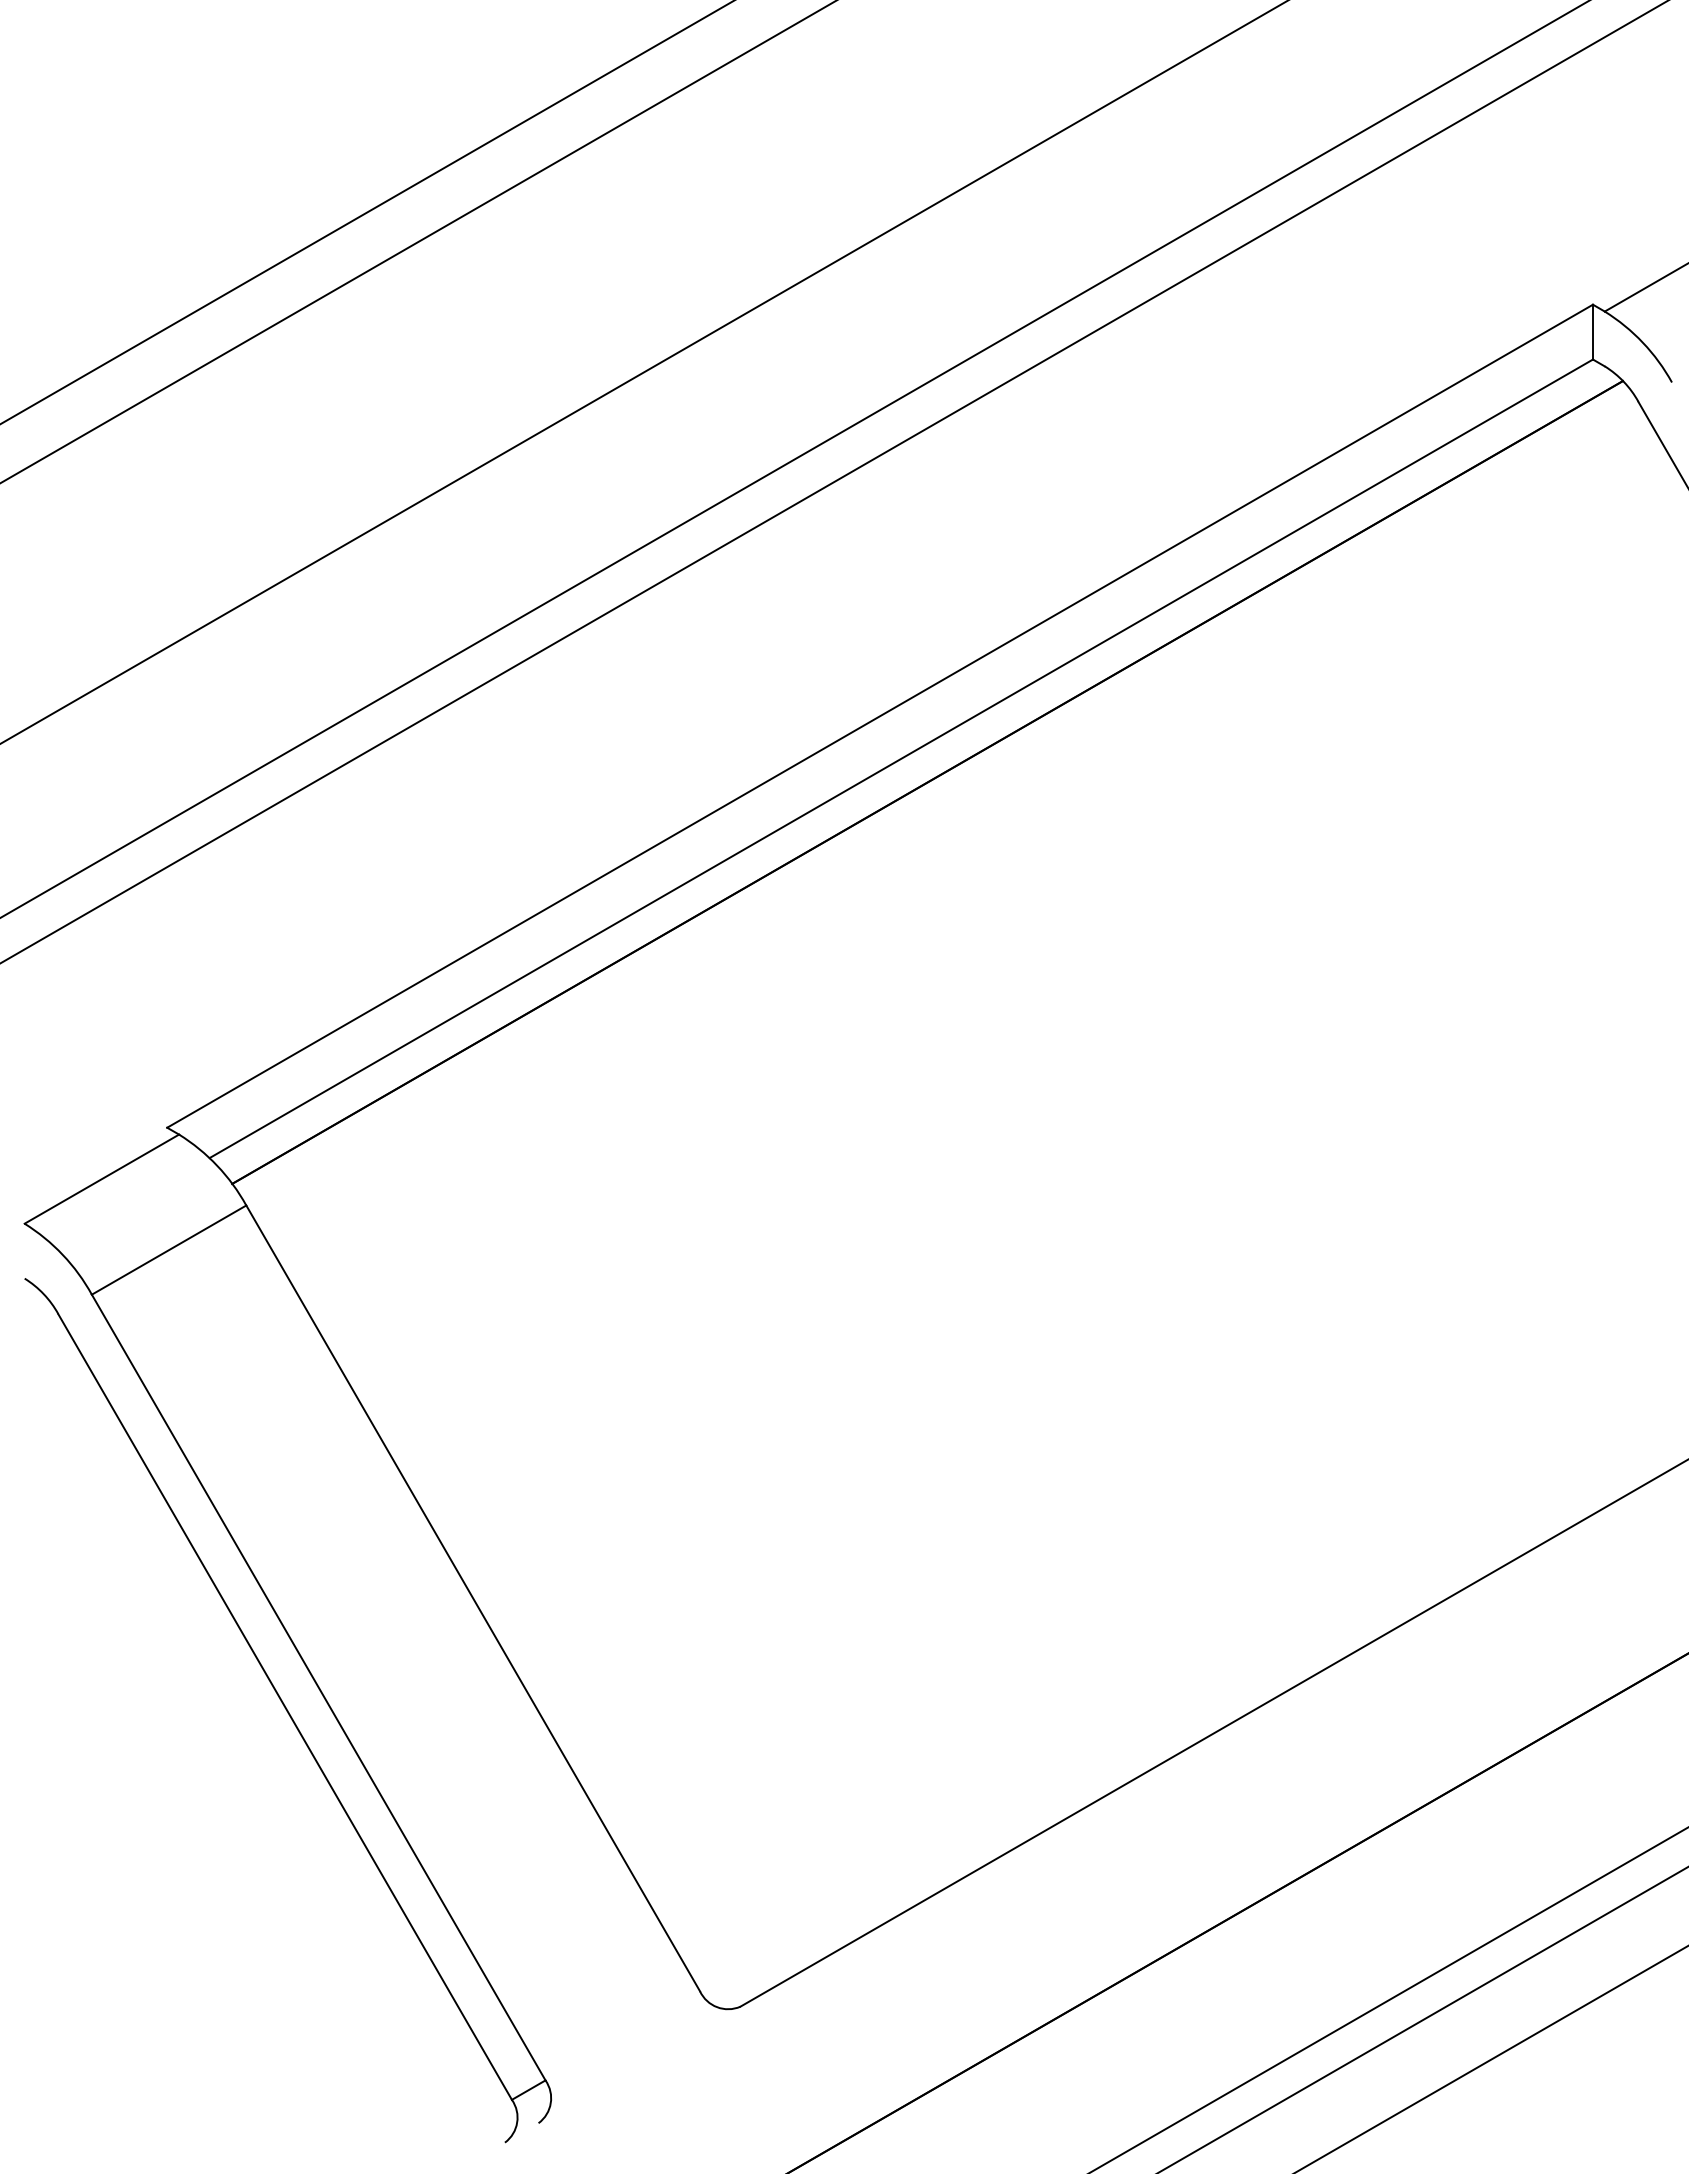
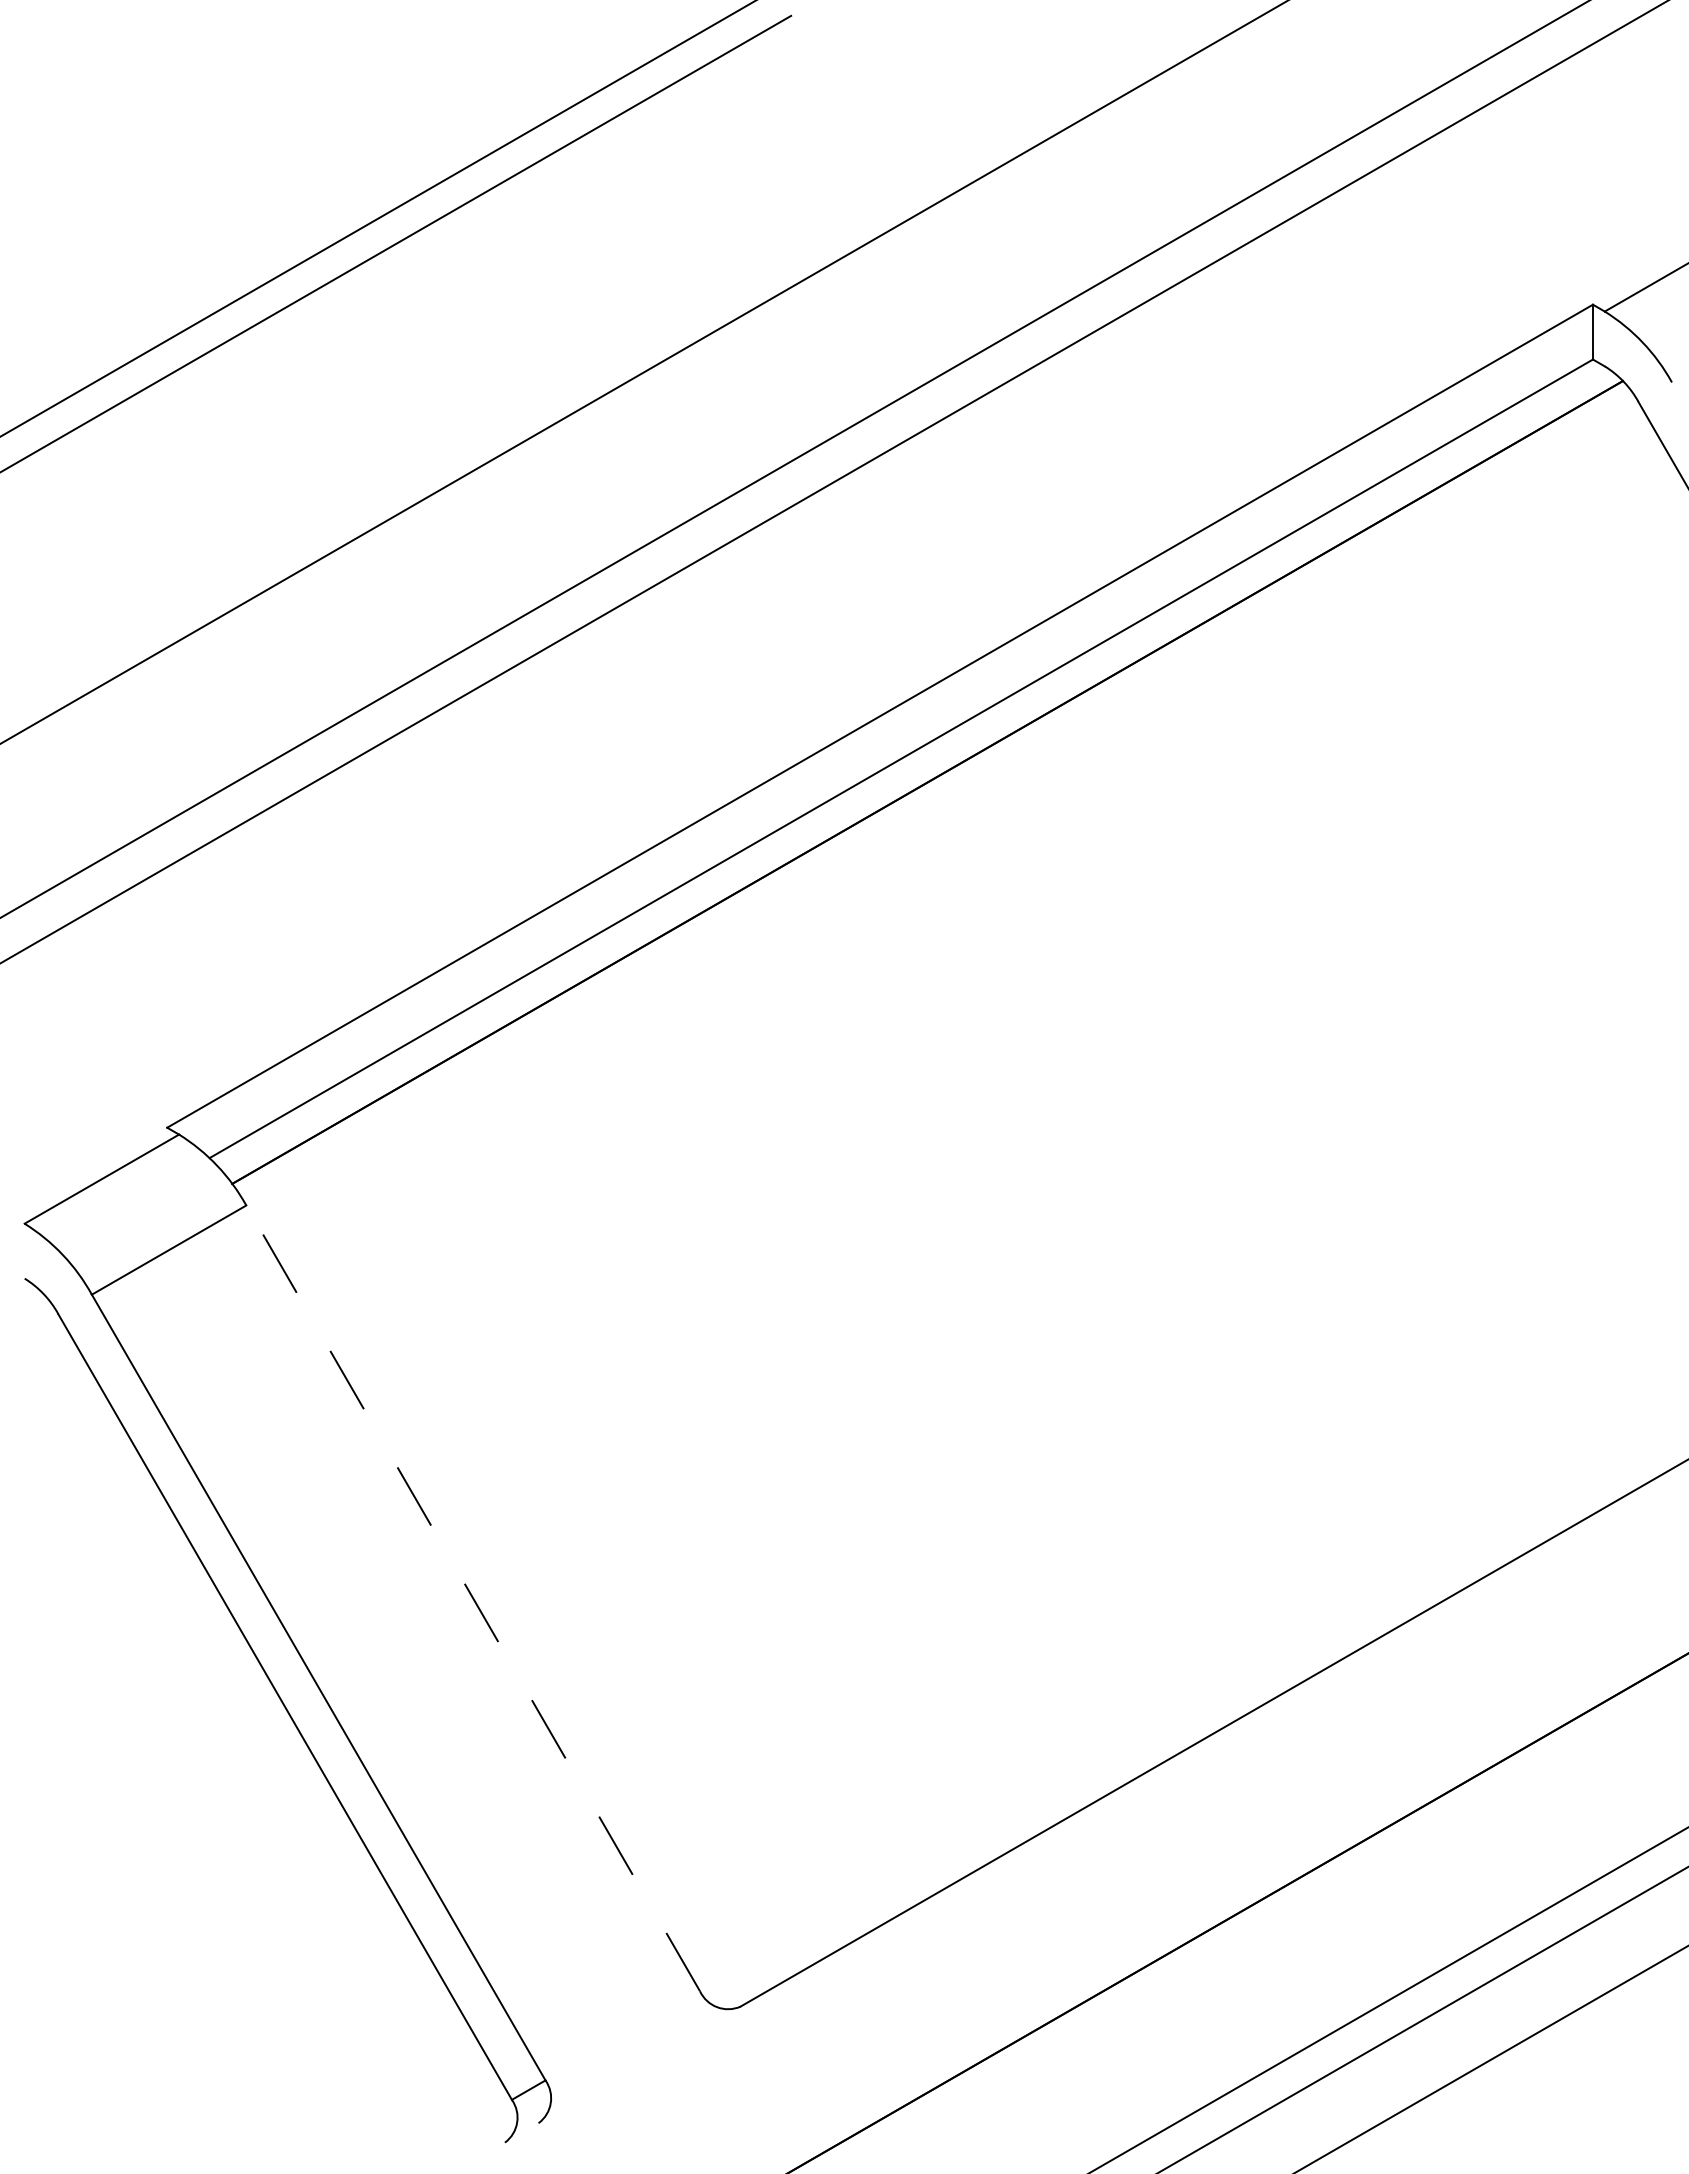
line at (366, 212) position: (366, 212) -> (396, 243)
line at (417, 242) position: (417, 242) -> (377, 218)
line at (473, 1598): solid -> dashed
